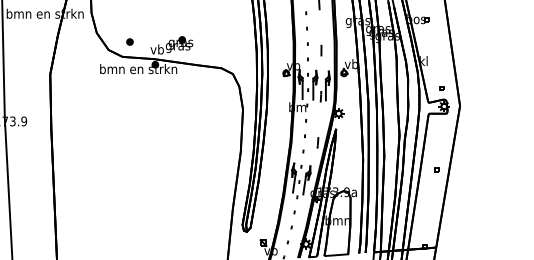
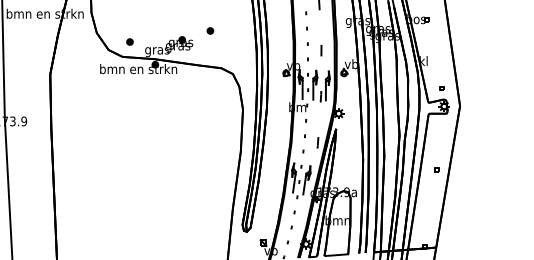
part at (210, 30): none -> present
text at (157, 50): vb -> gras
